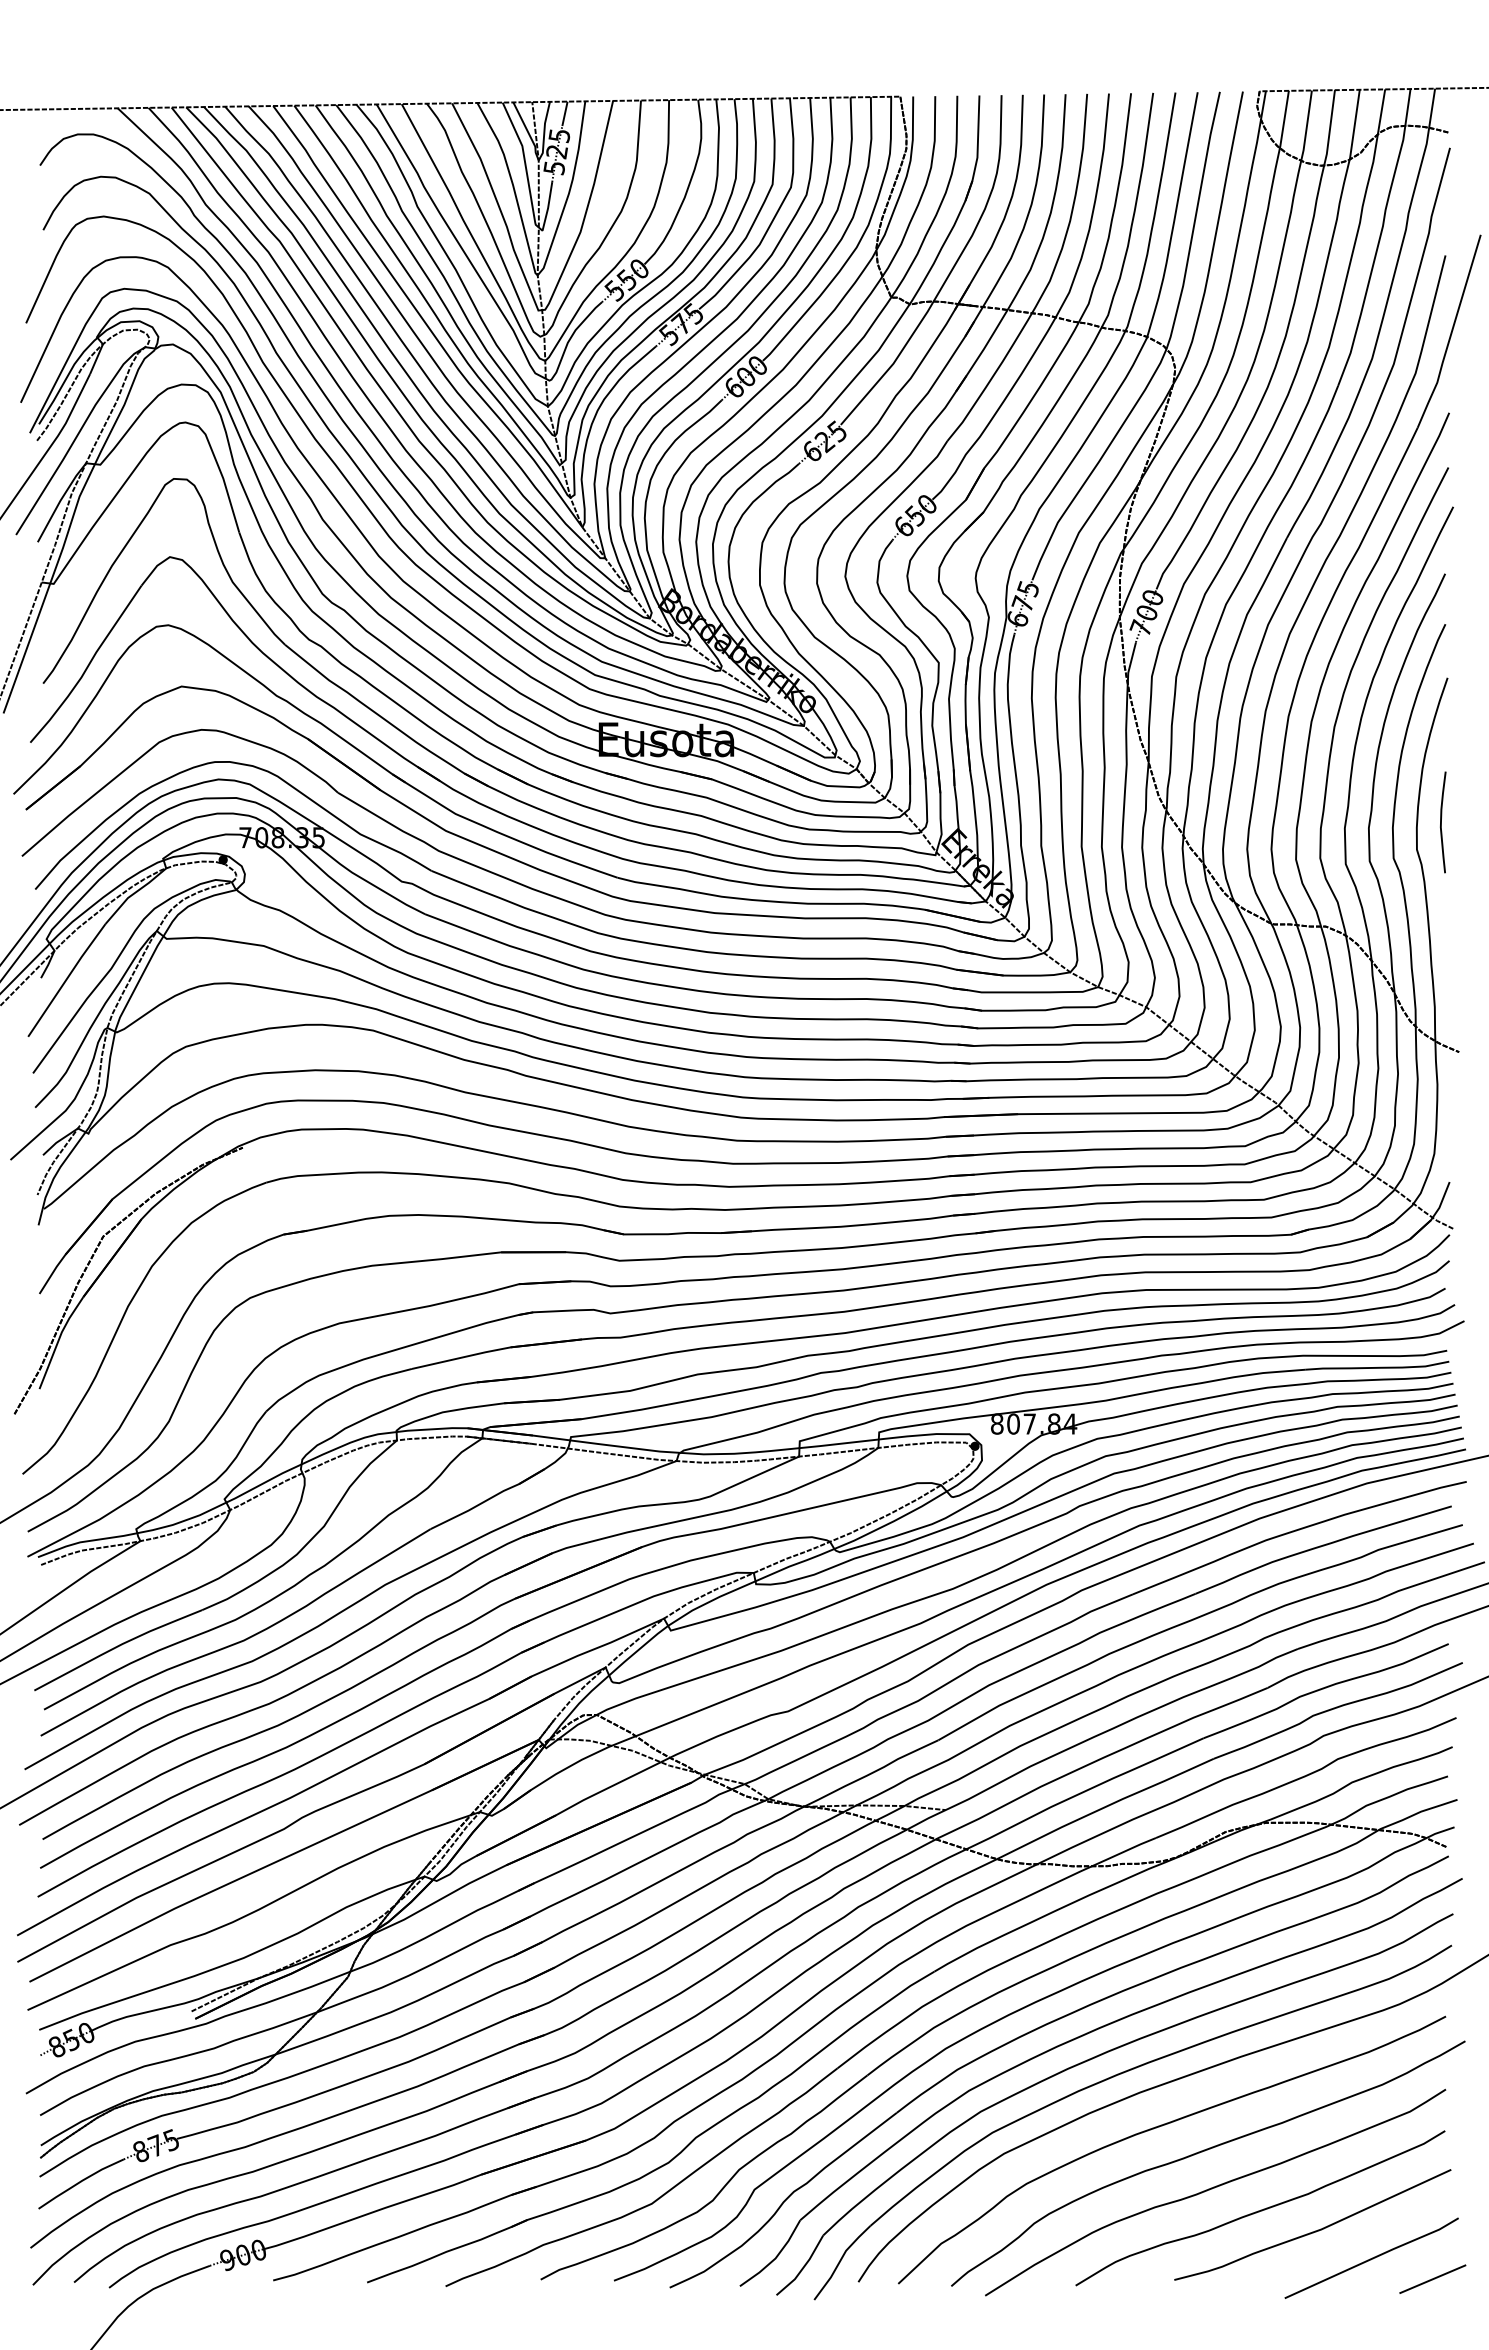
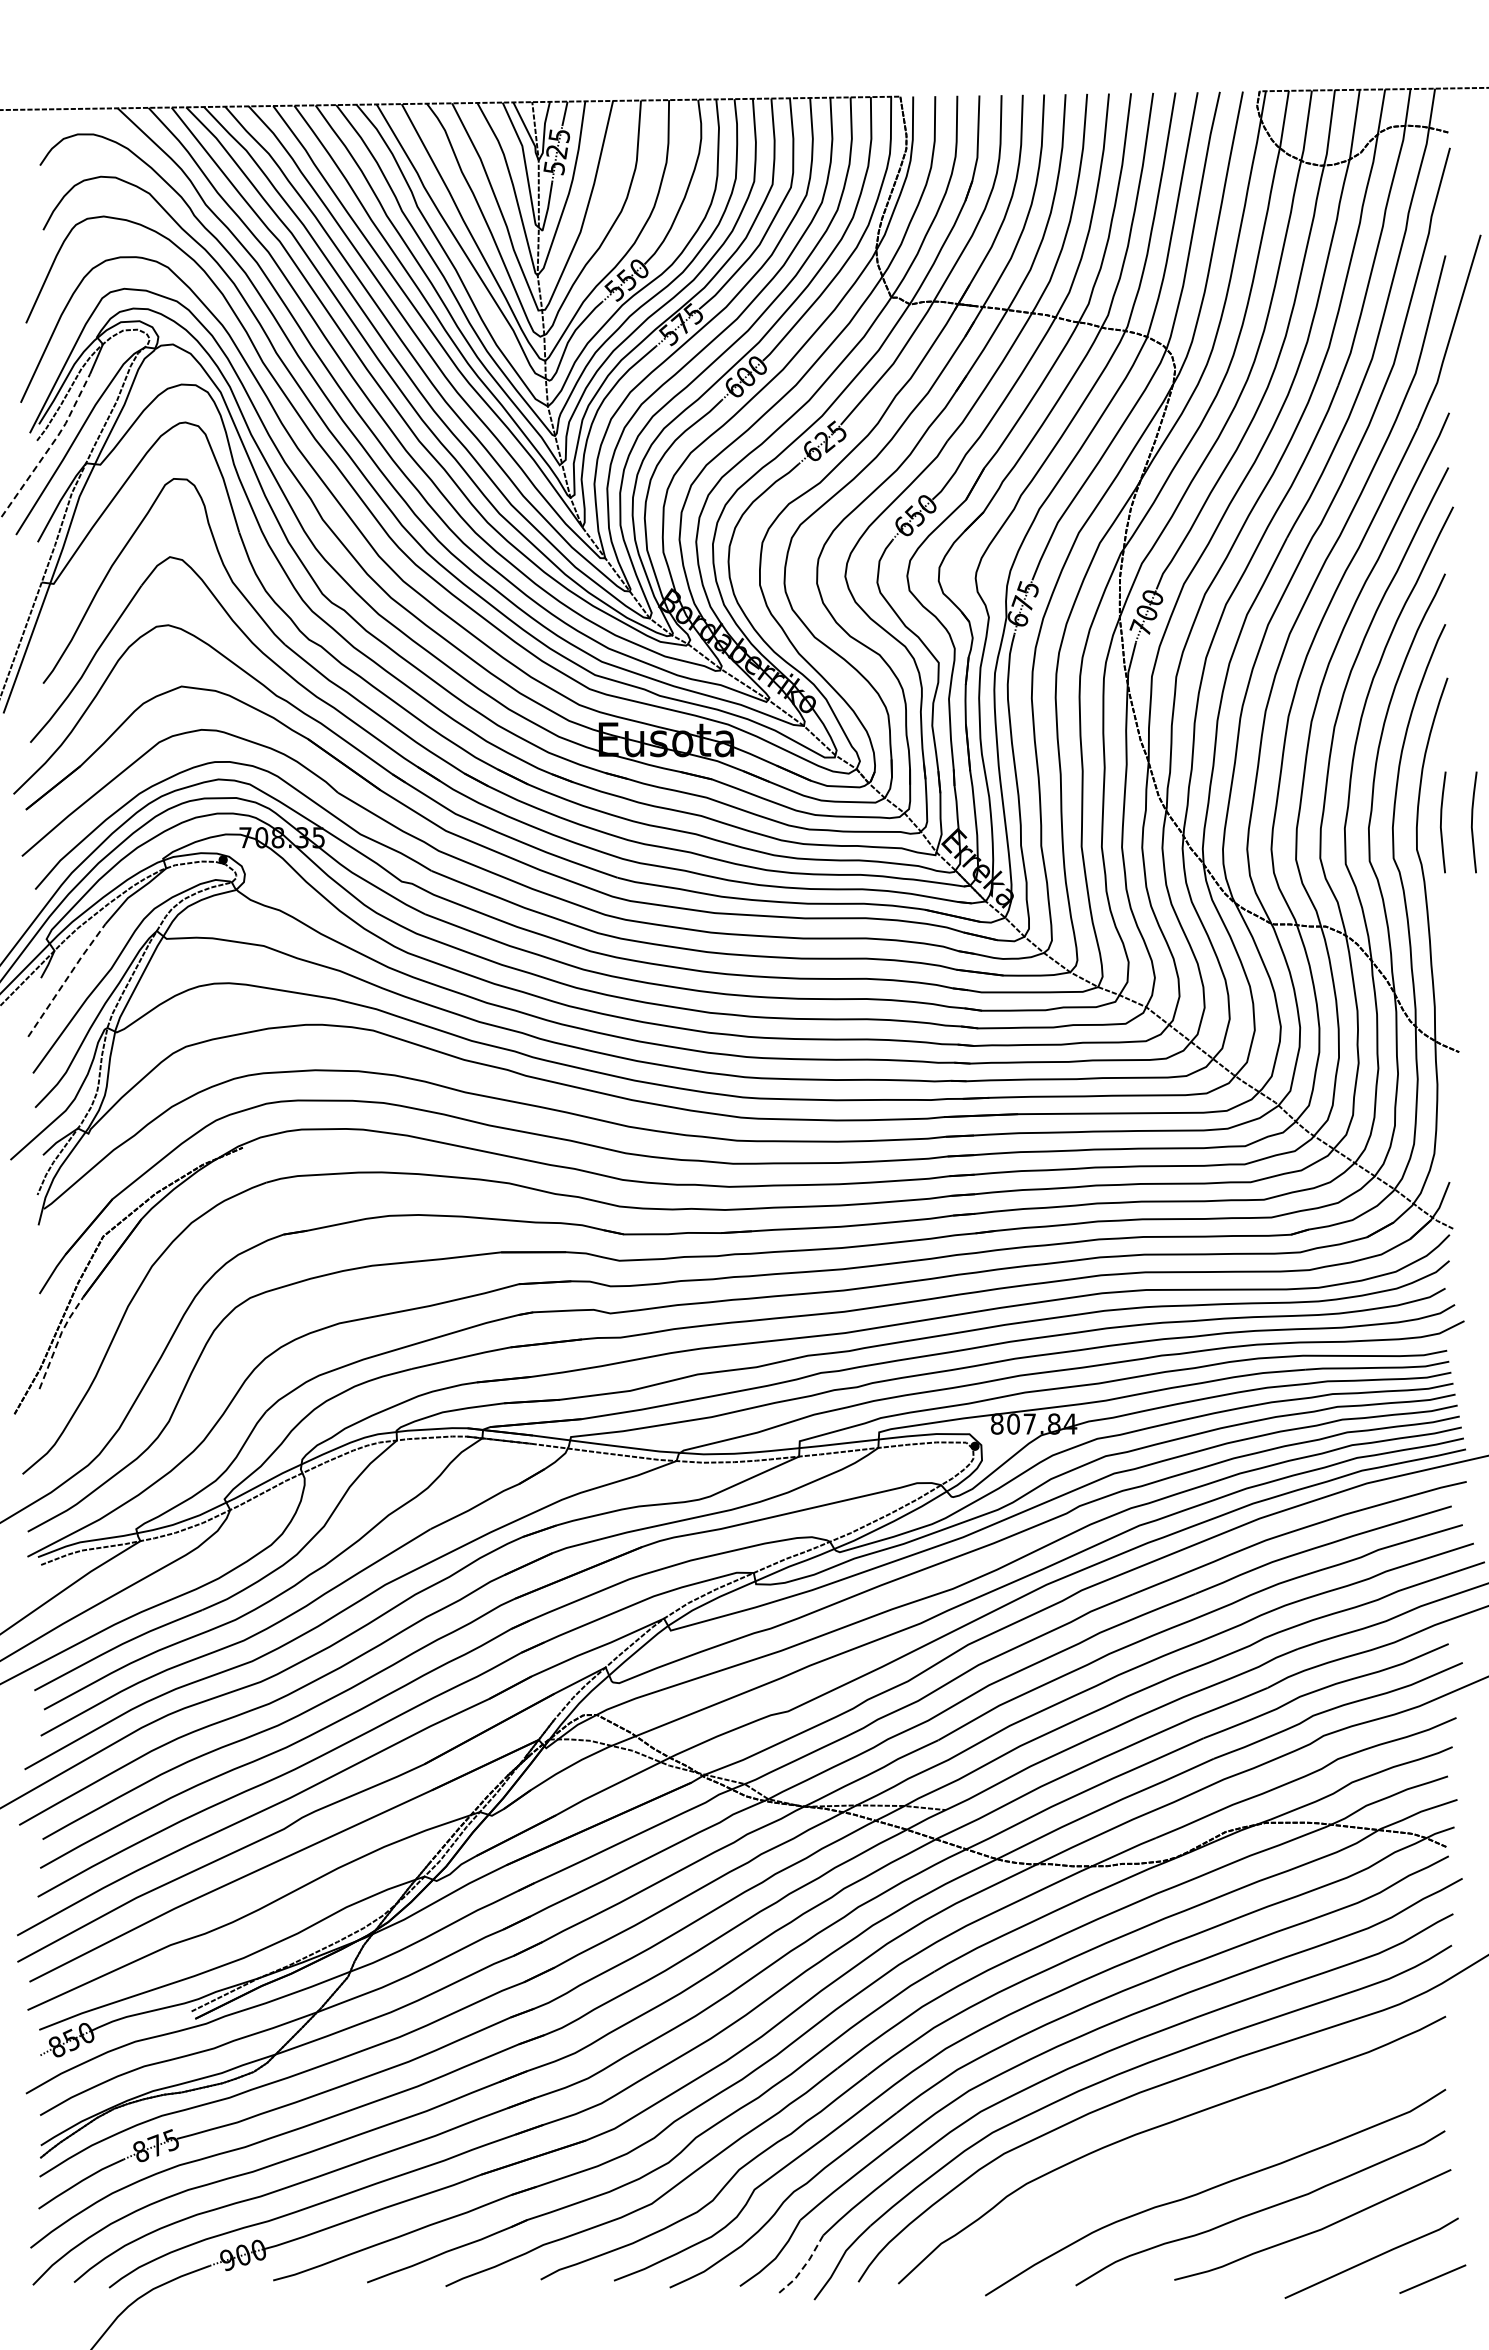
line at (50, 447): solid -> dashed
curve at (1472, 822): none -> present
line at (66, 979): solid -> dashed
line at (58, 1340): solid -> dashed
curve at (1205, 2151): present -> none
line at (803, 2268): solid -> dashed
